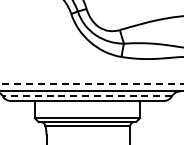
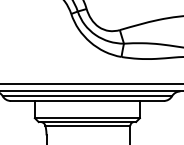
line at (91, 83): dashed -> solid
line at (87, 96): dashed -> solid
